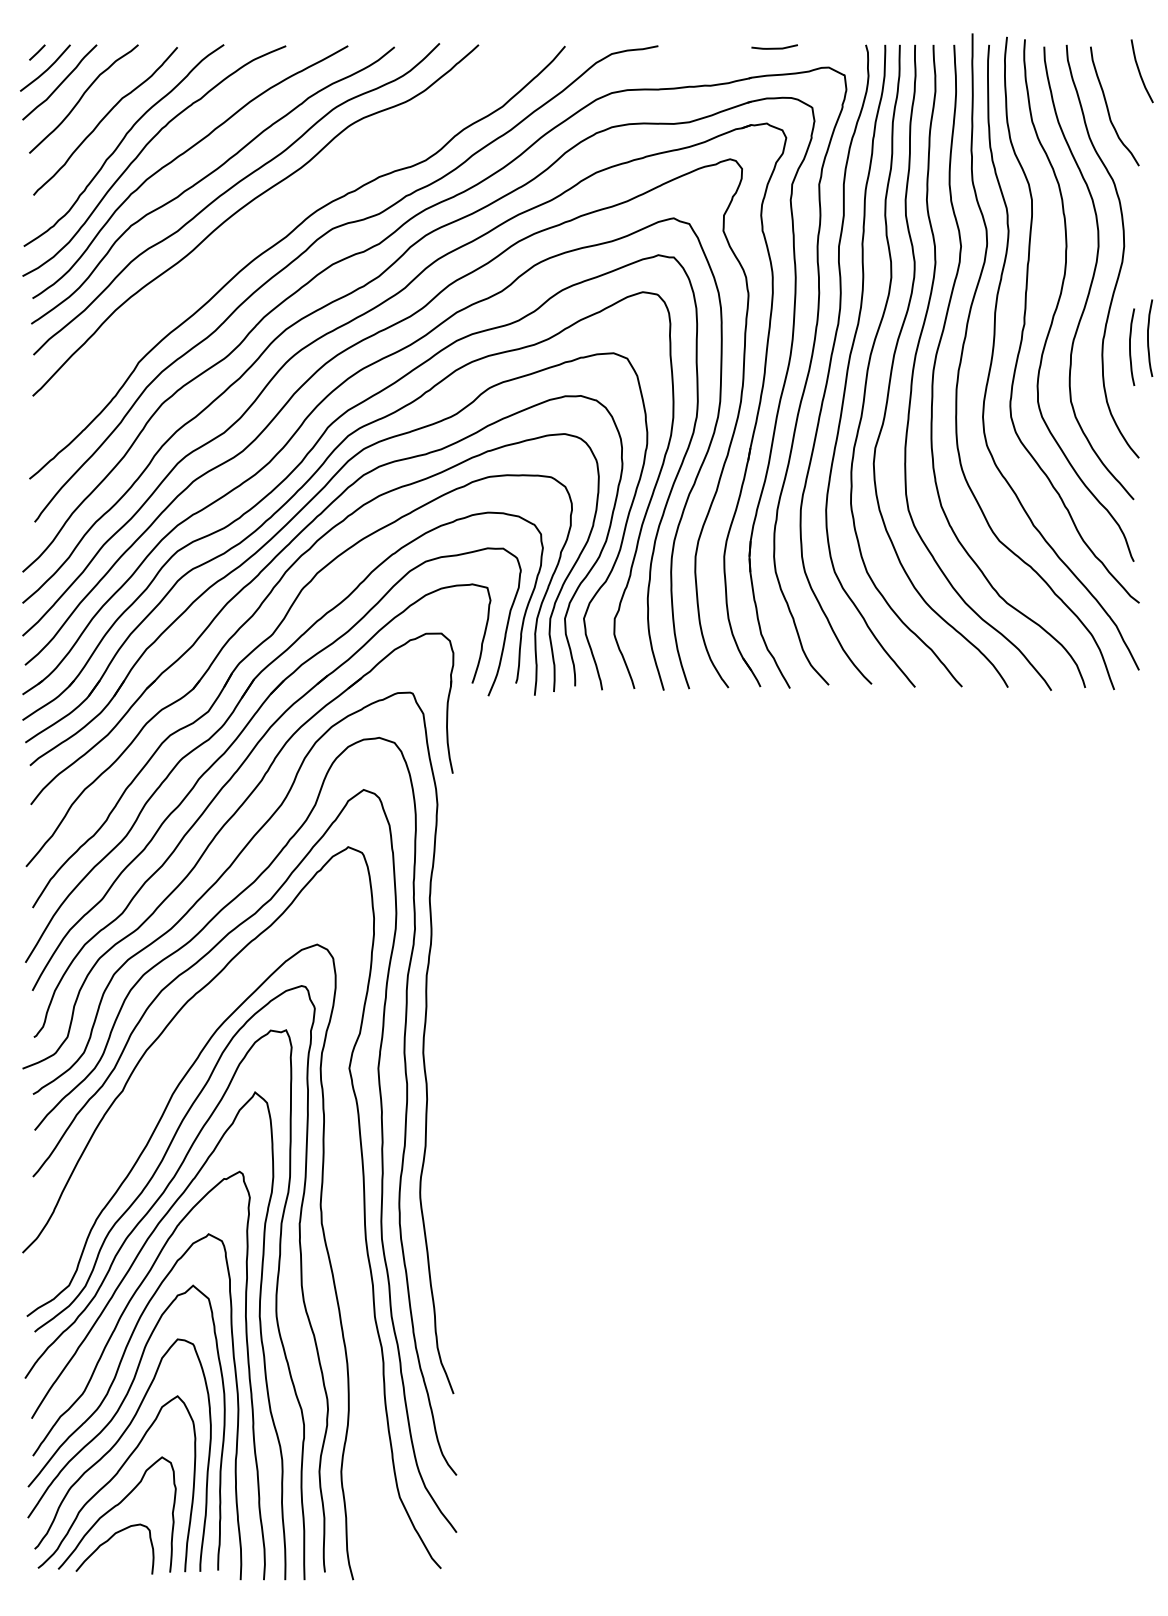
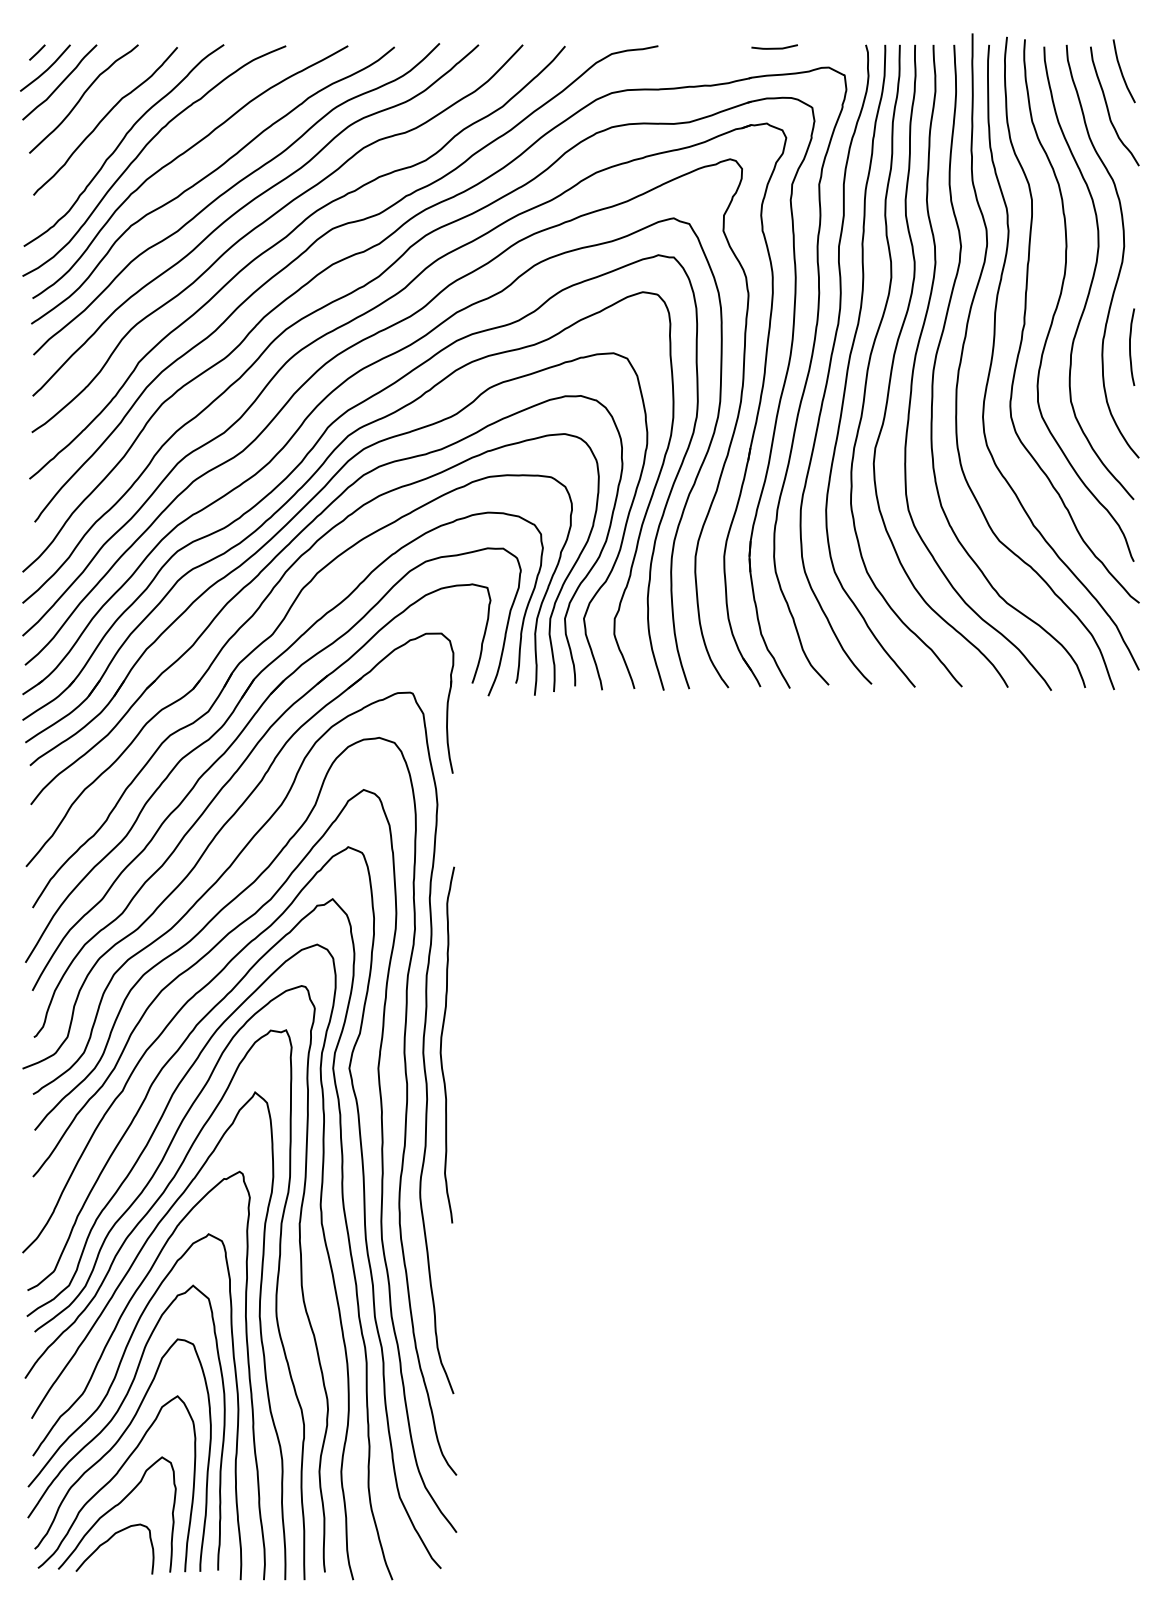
curve at (1140, 71) position: (1140, 71) -> (1122, 71)
curve at (265, 222): none -> present
curve at (1148, 337): present -> none
curve at (442, 1041): none -> present
curve at (98, 1180): none -> present
